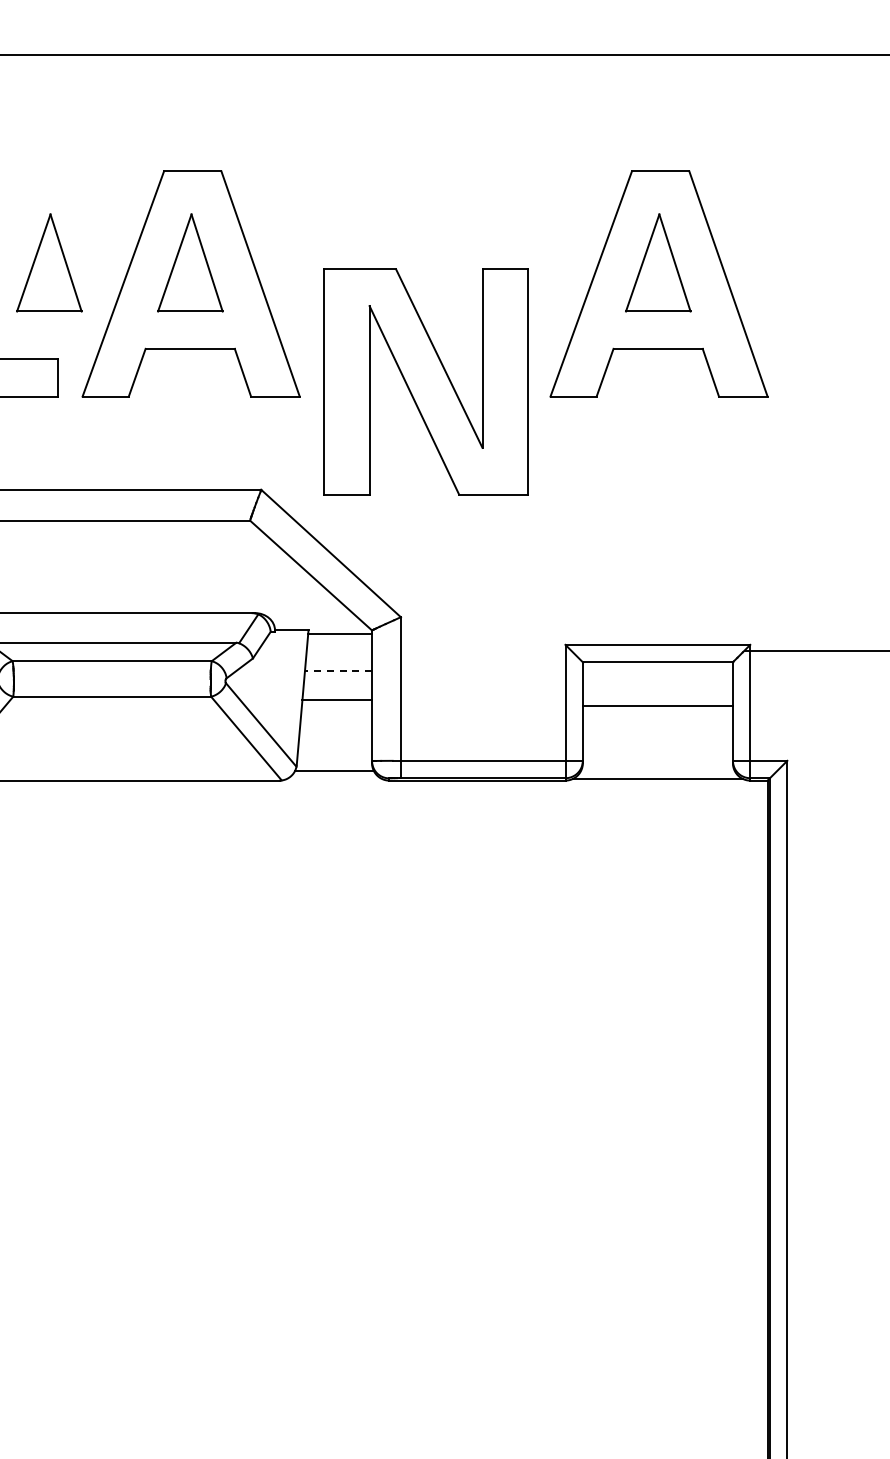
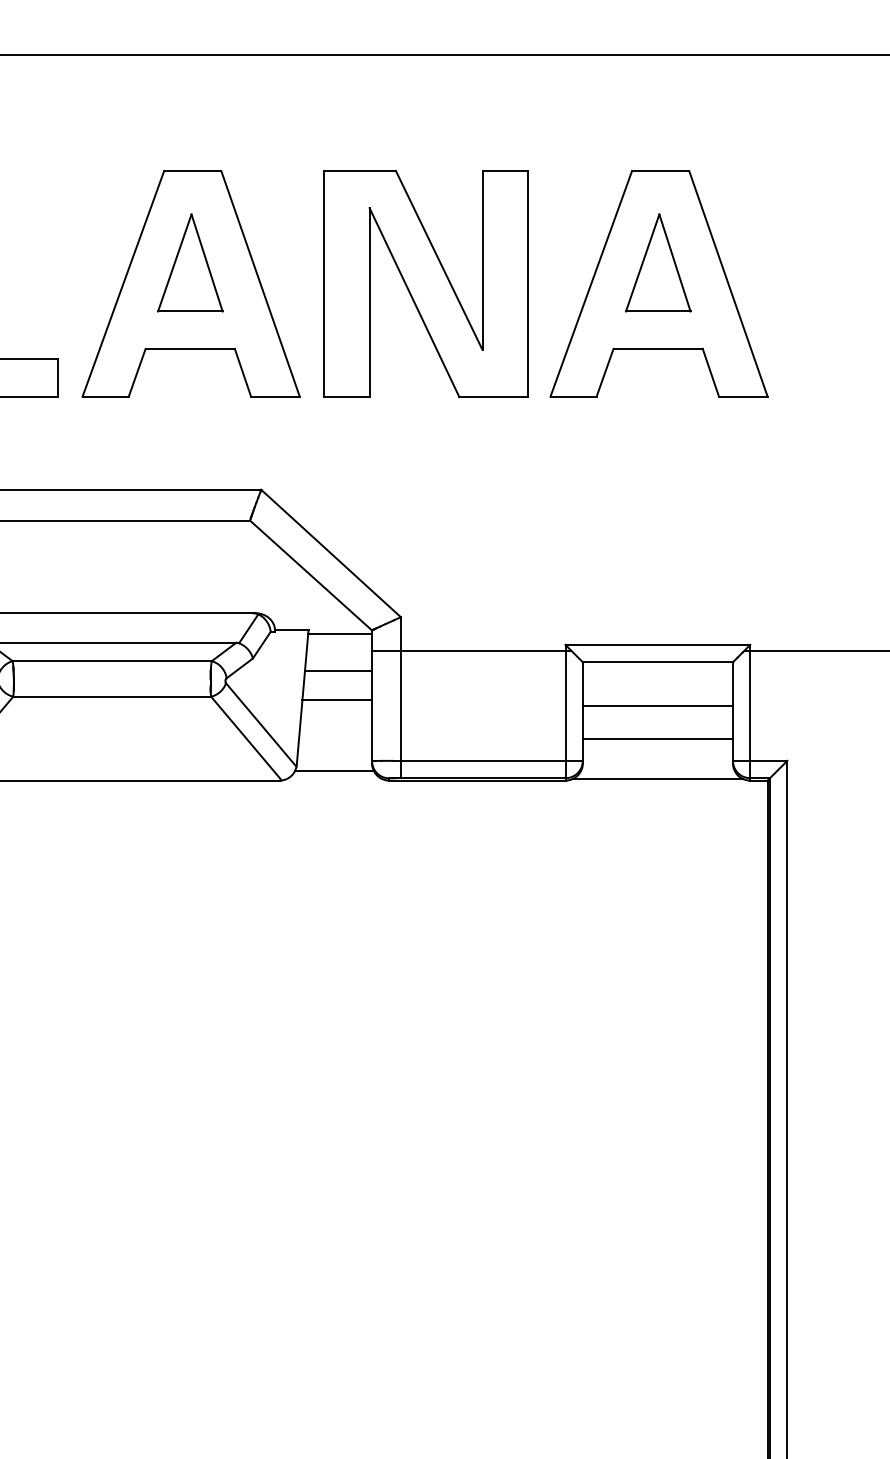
part at (49, 262): present -> none
part at (425, 381) position: (425, 381) -> (425, 283)
line at (471, 650): none -> present
line at (338, 670): dashed -> solid
line at (657, 738): none -> present
